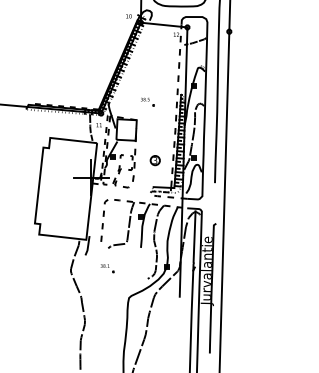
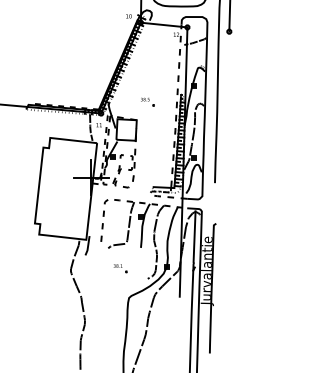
part at (154, 160): present -> none
line at (224, 200): present -> none
part at (107, 268) position: (107, 268) -> (120, 268)
